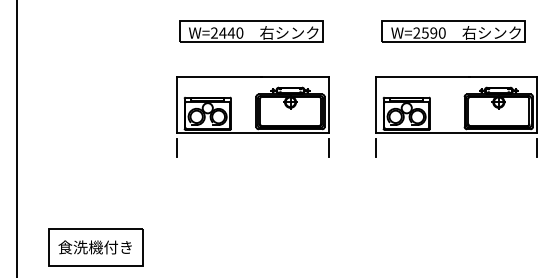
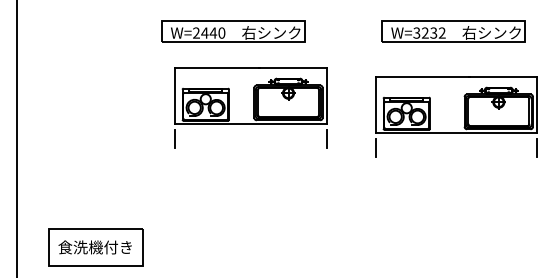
part at (251, 31) position: (251, 31) -> (233, 31)
text at (429, 32): W=2590 -> W=3232
part at (252, 116) position: (252, 116) -> (250, 107)
